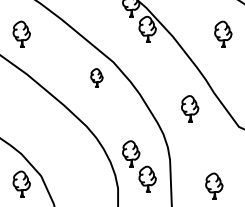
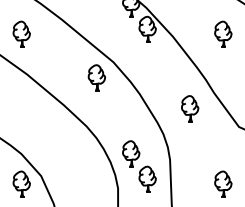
part at (96, 77) size: 14x20 px -> 20x28 px
part at (214, 185) position: (214, 185) -> (223, 183)
